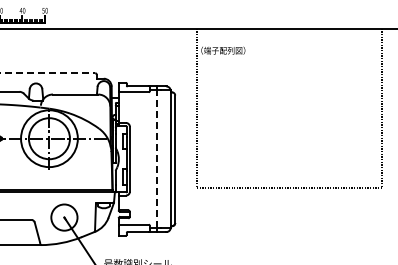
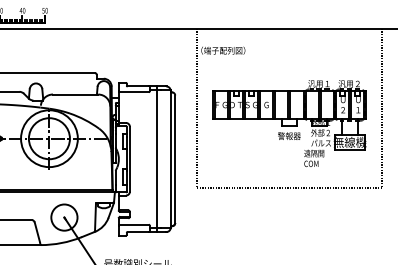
line at (48, 73): dashed -> solid
part at (289, 123): none -> present
line at (157, 159): dashed -> solid
